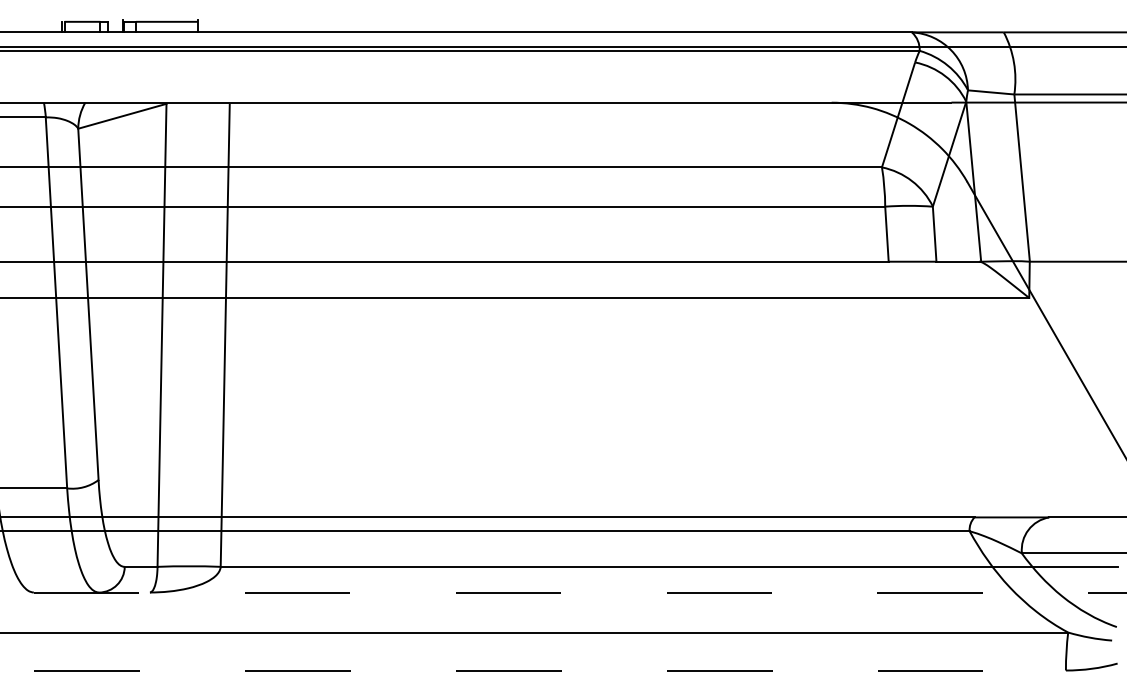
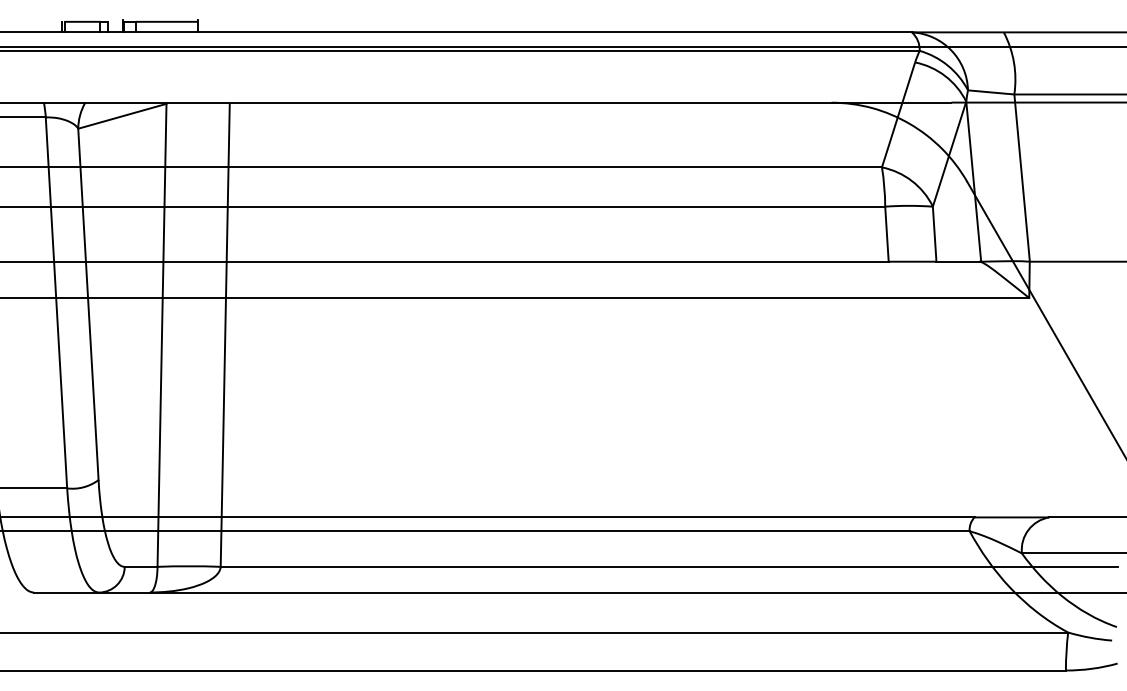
line at (580, 592): dashed -> solid
line at (533, 670): dashed -> solid
